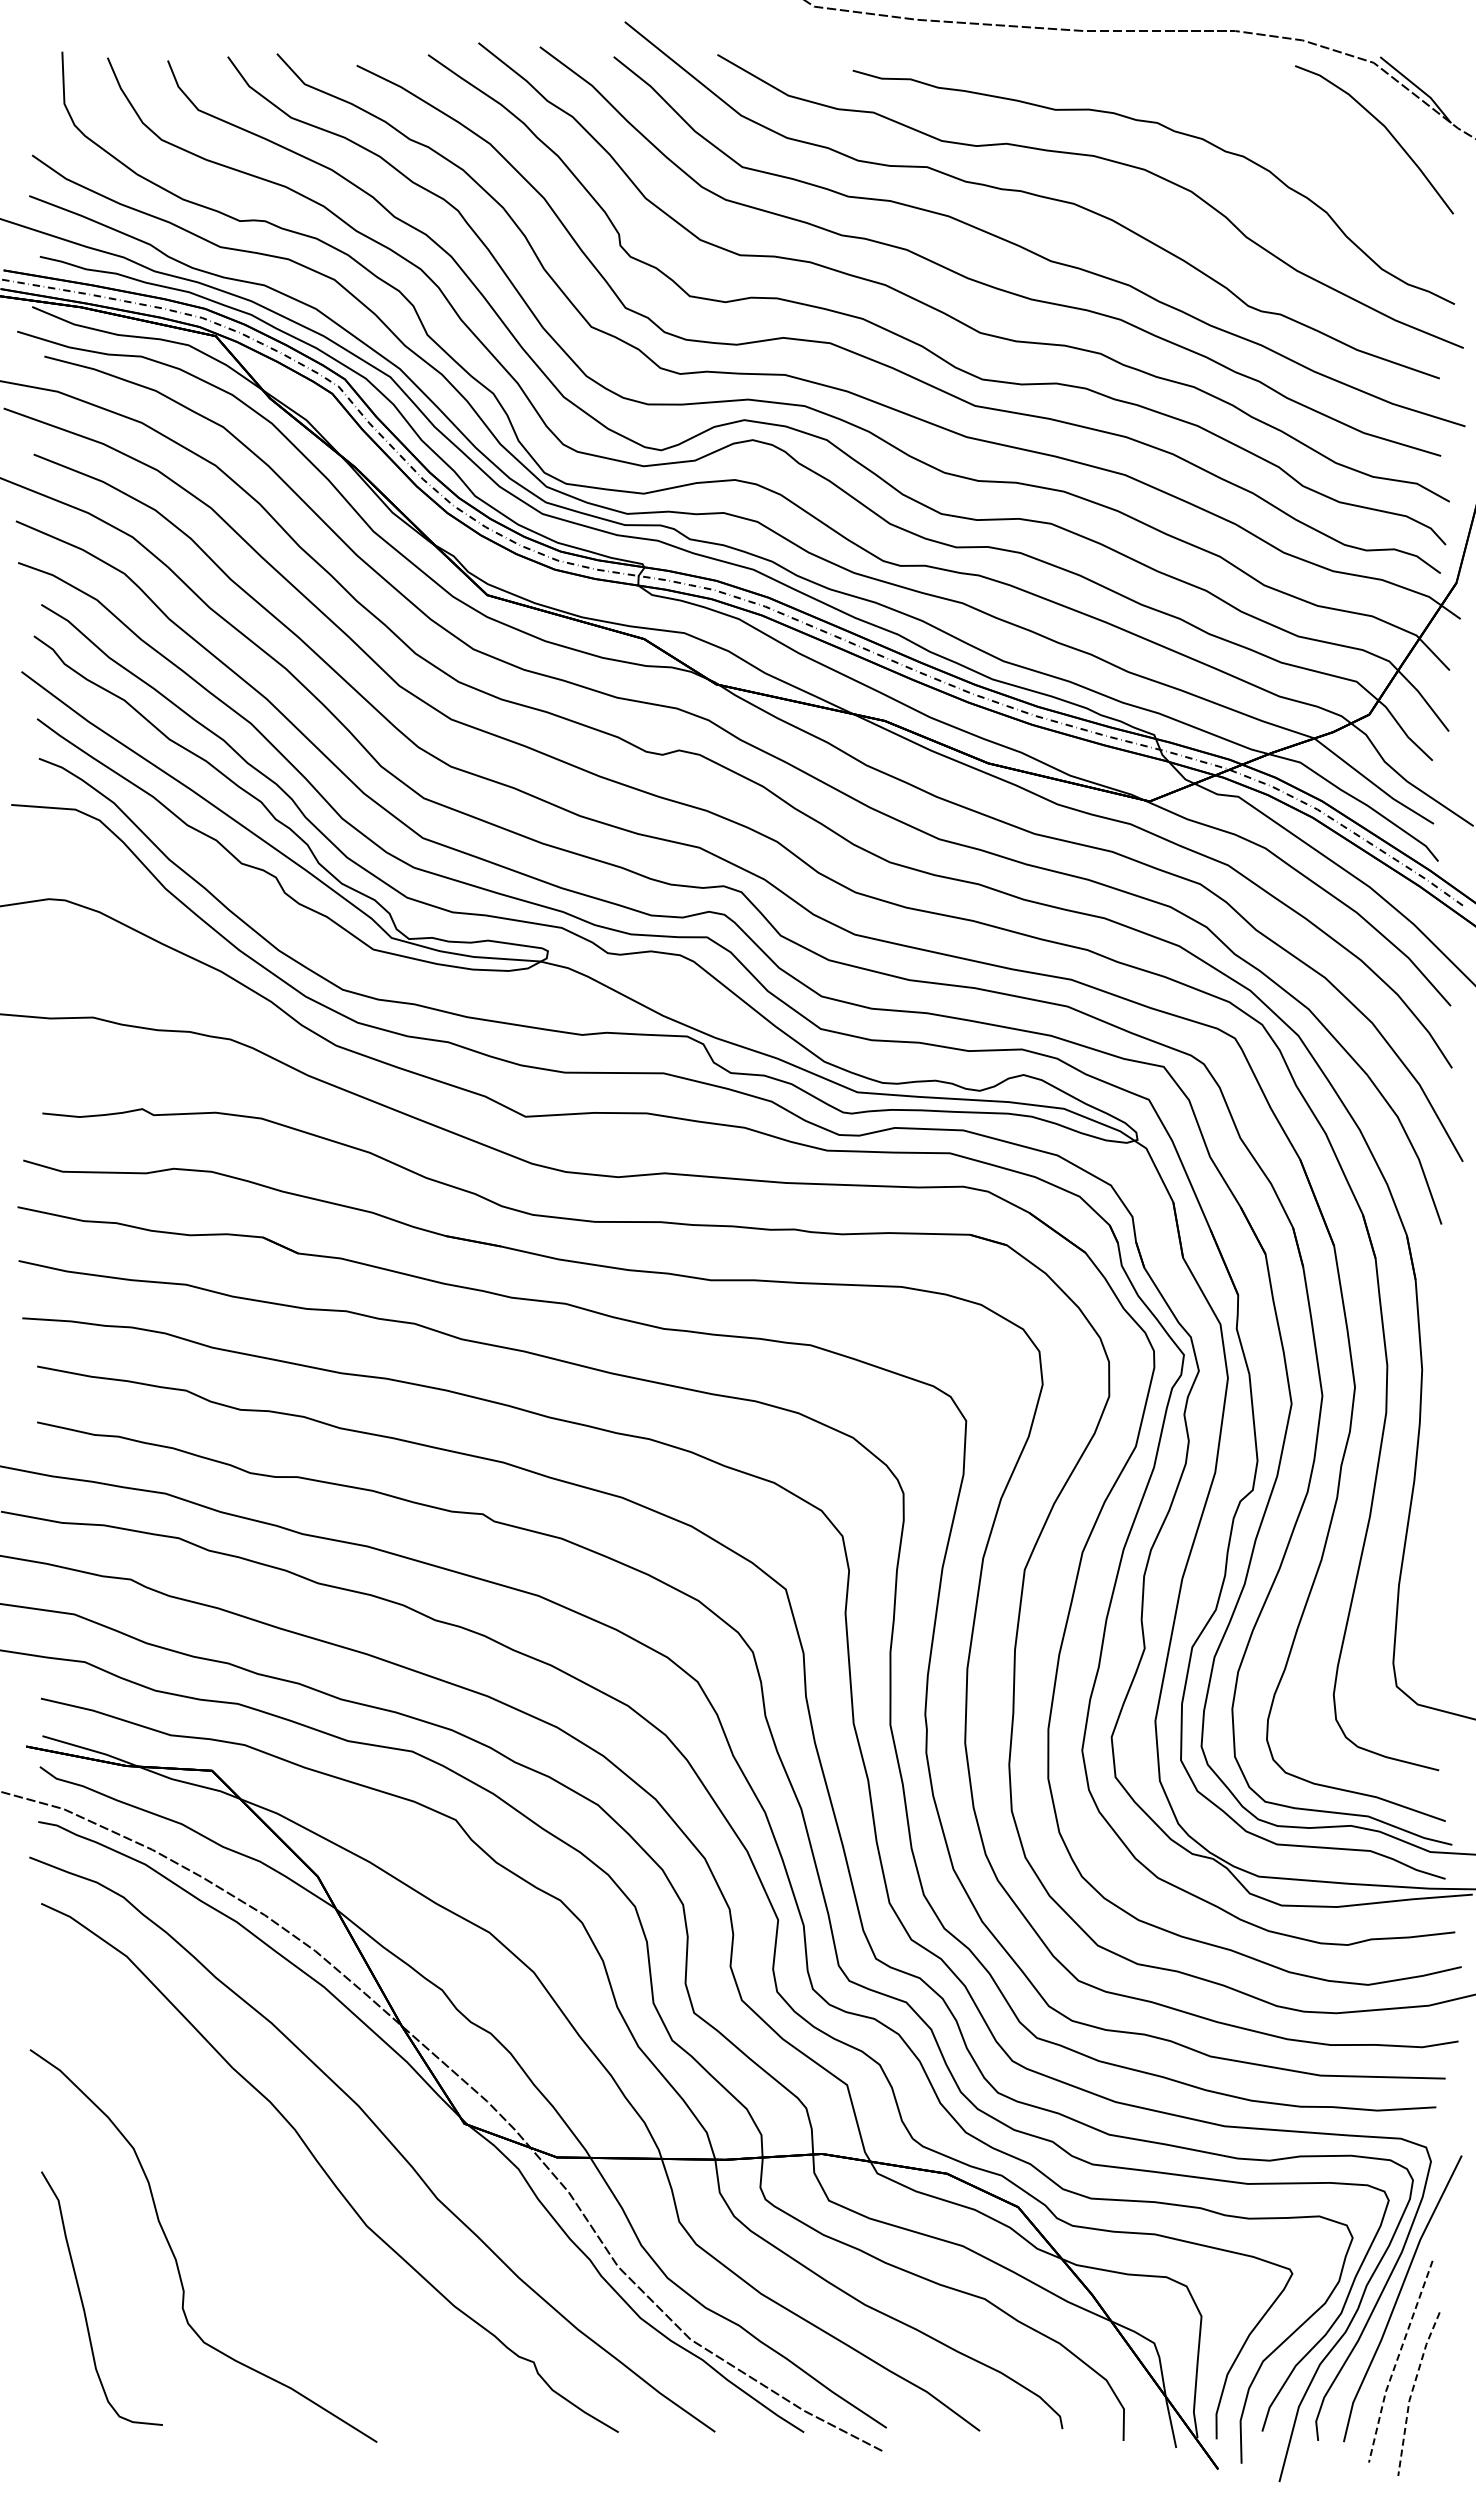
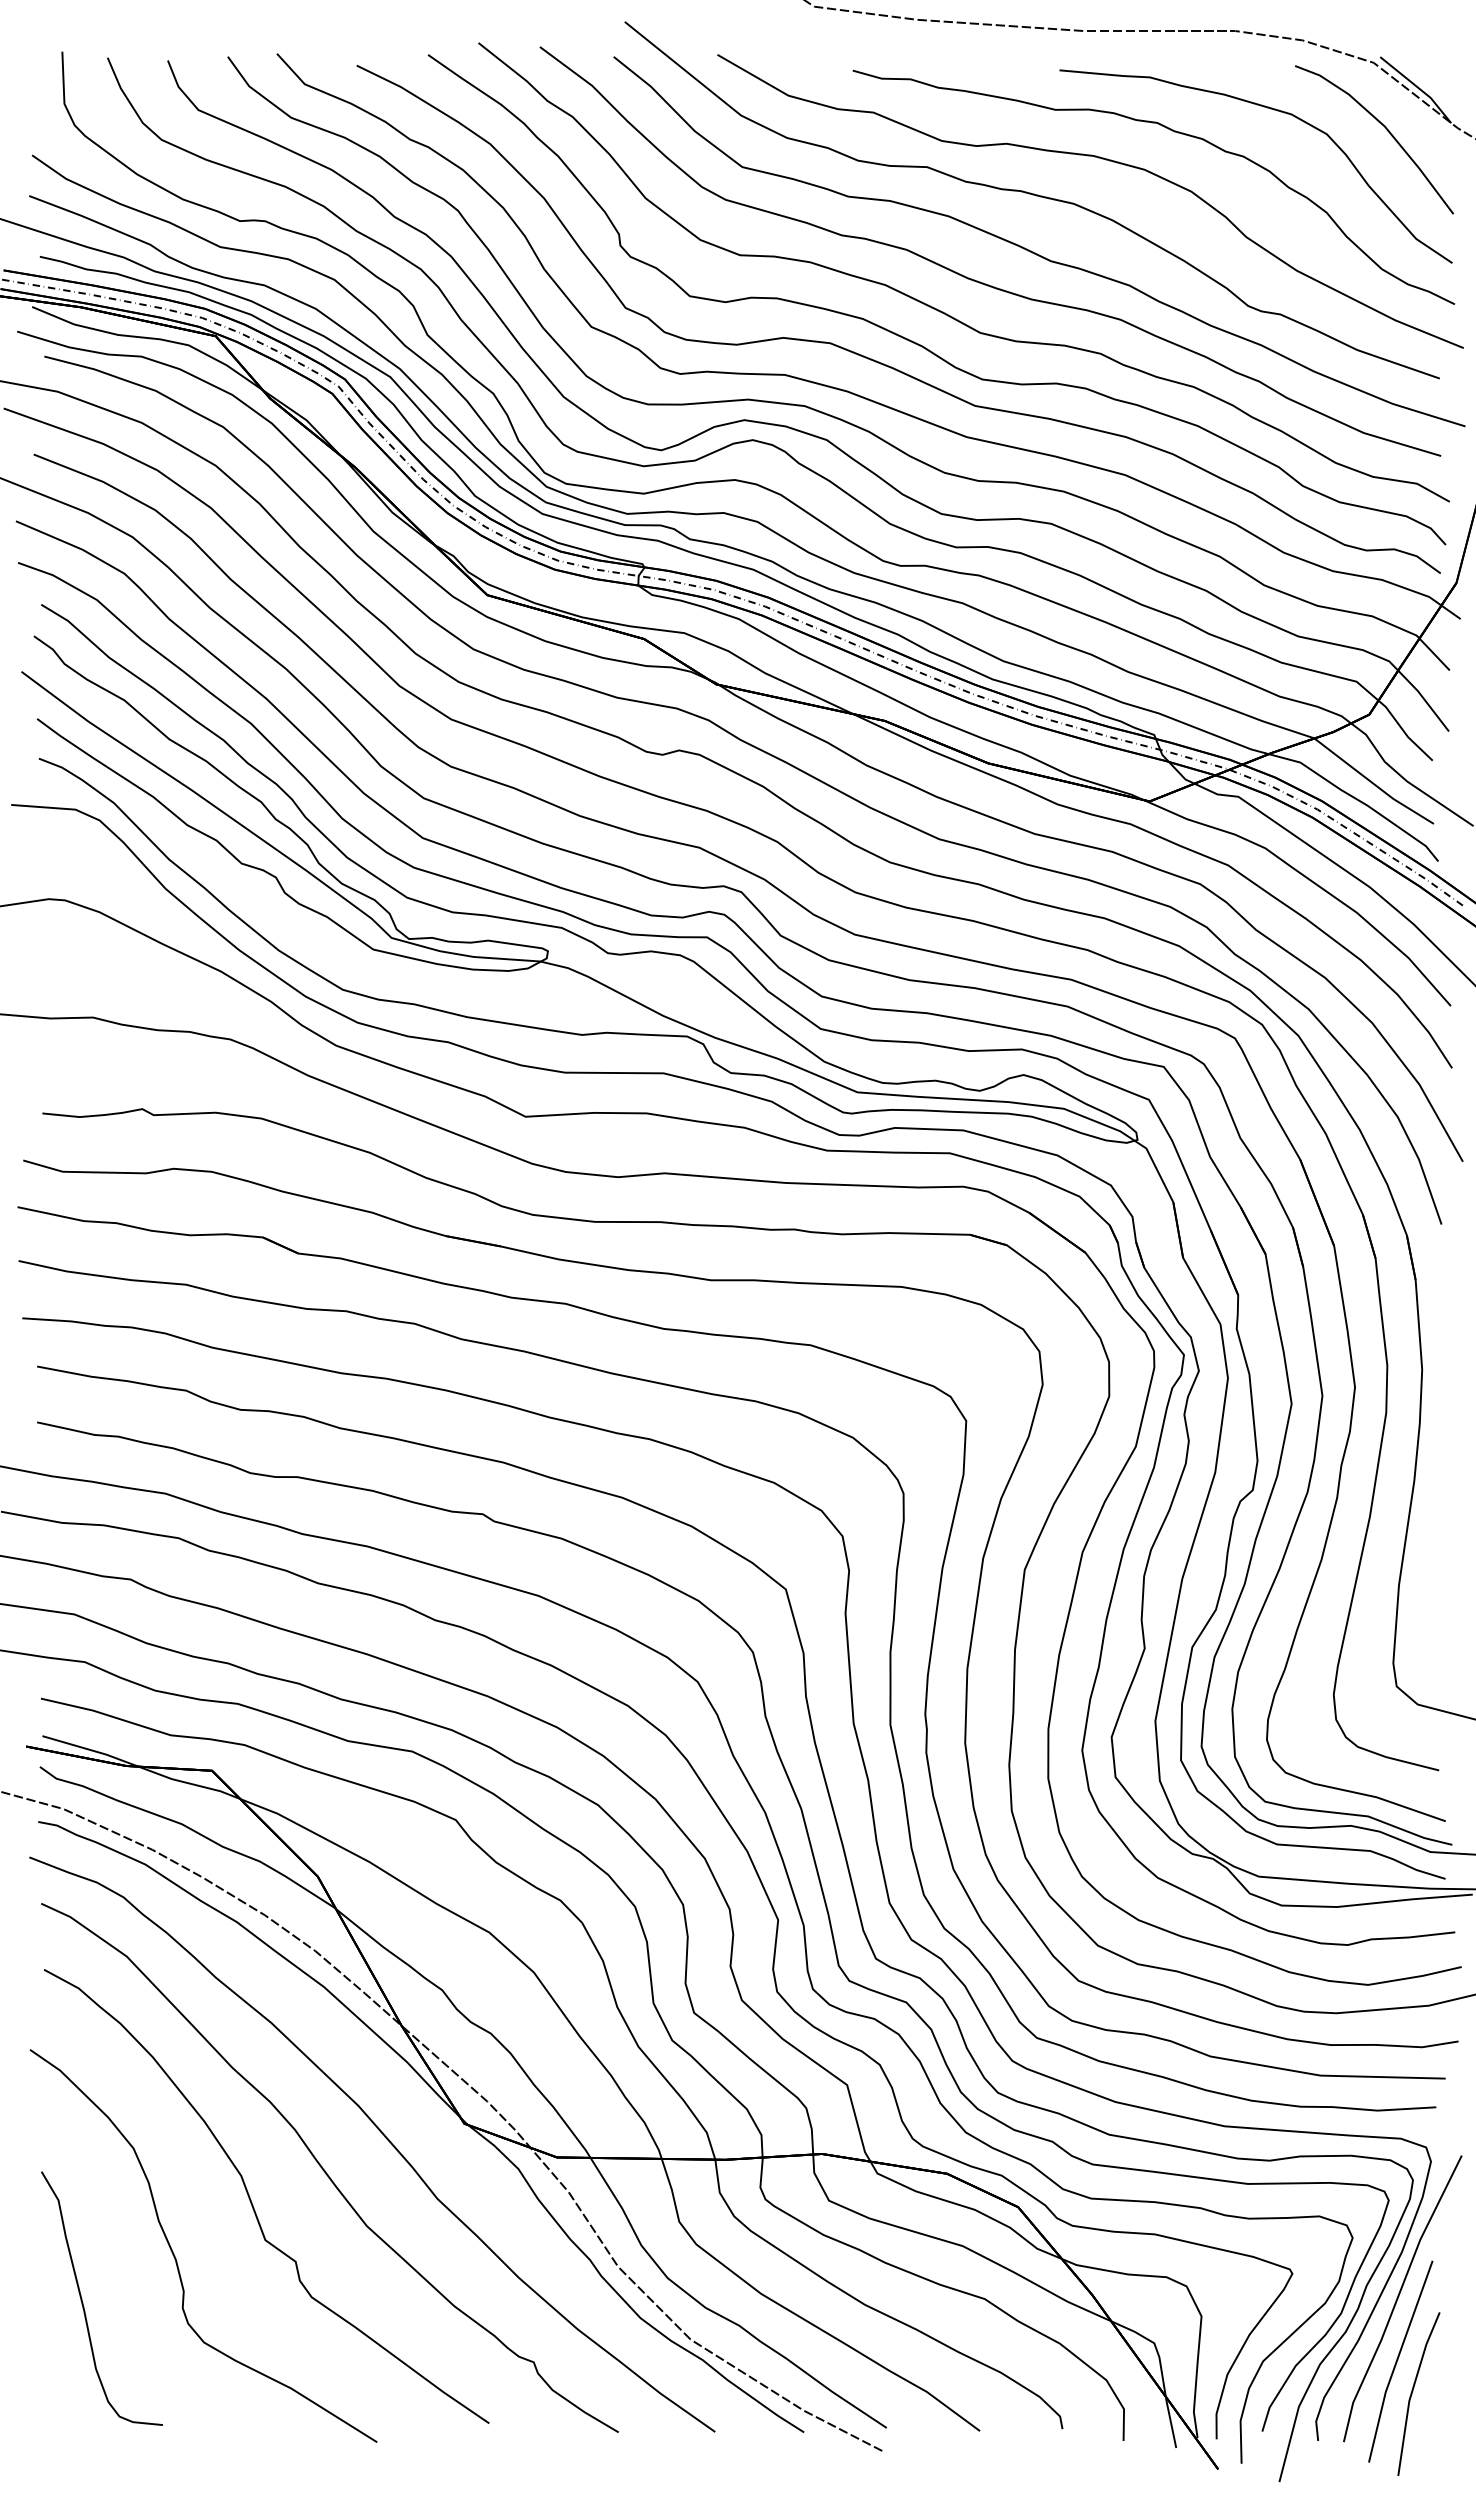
curve at (1270, 109): none -> present
curve at (252, 2202): none -> present
line at (1396, 2361): dashed -> solid
line at (1411, 2392): dashed -> solid
